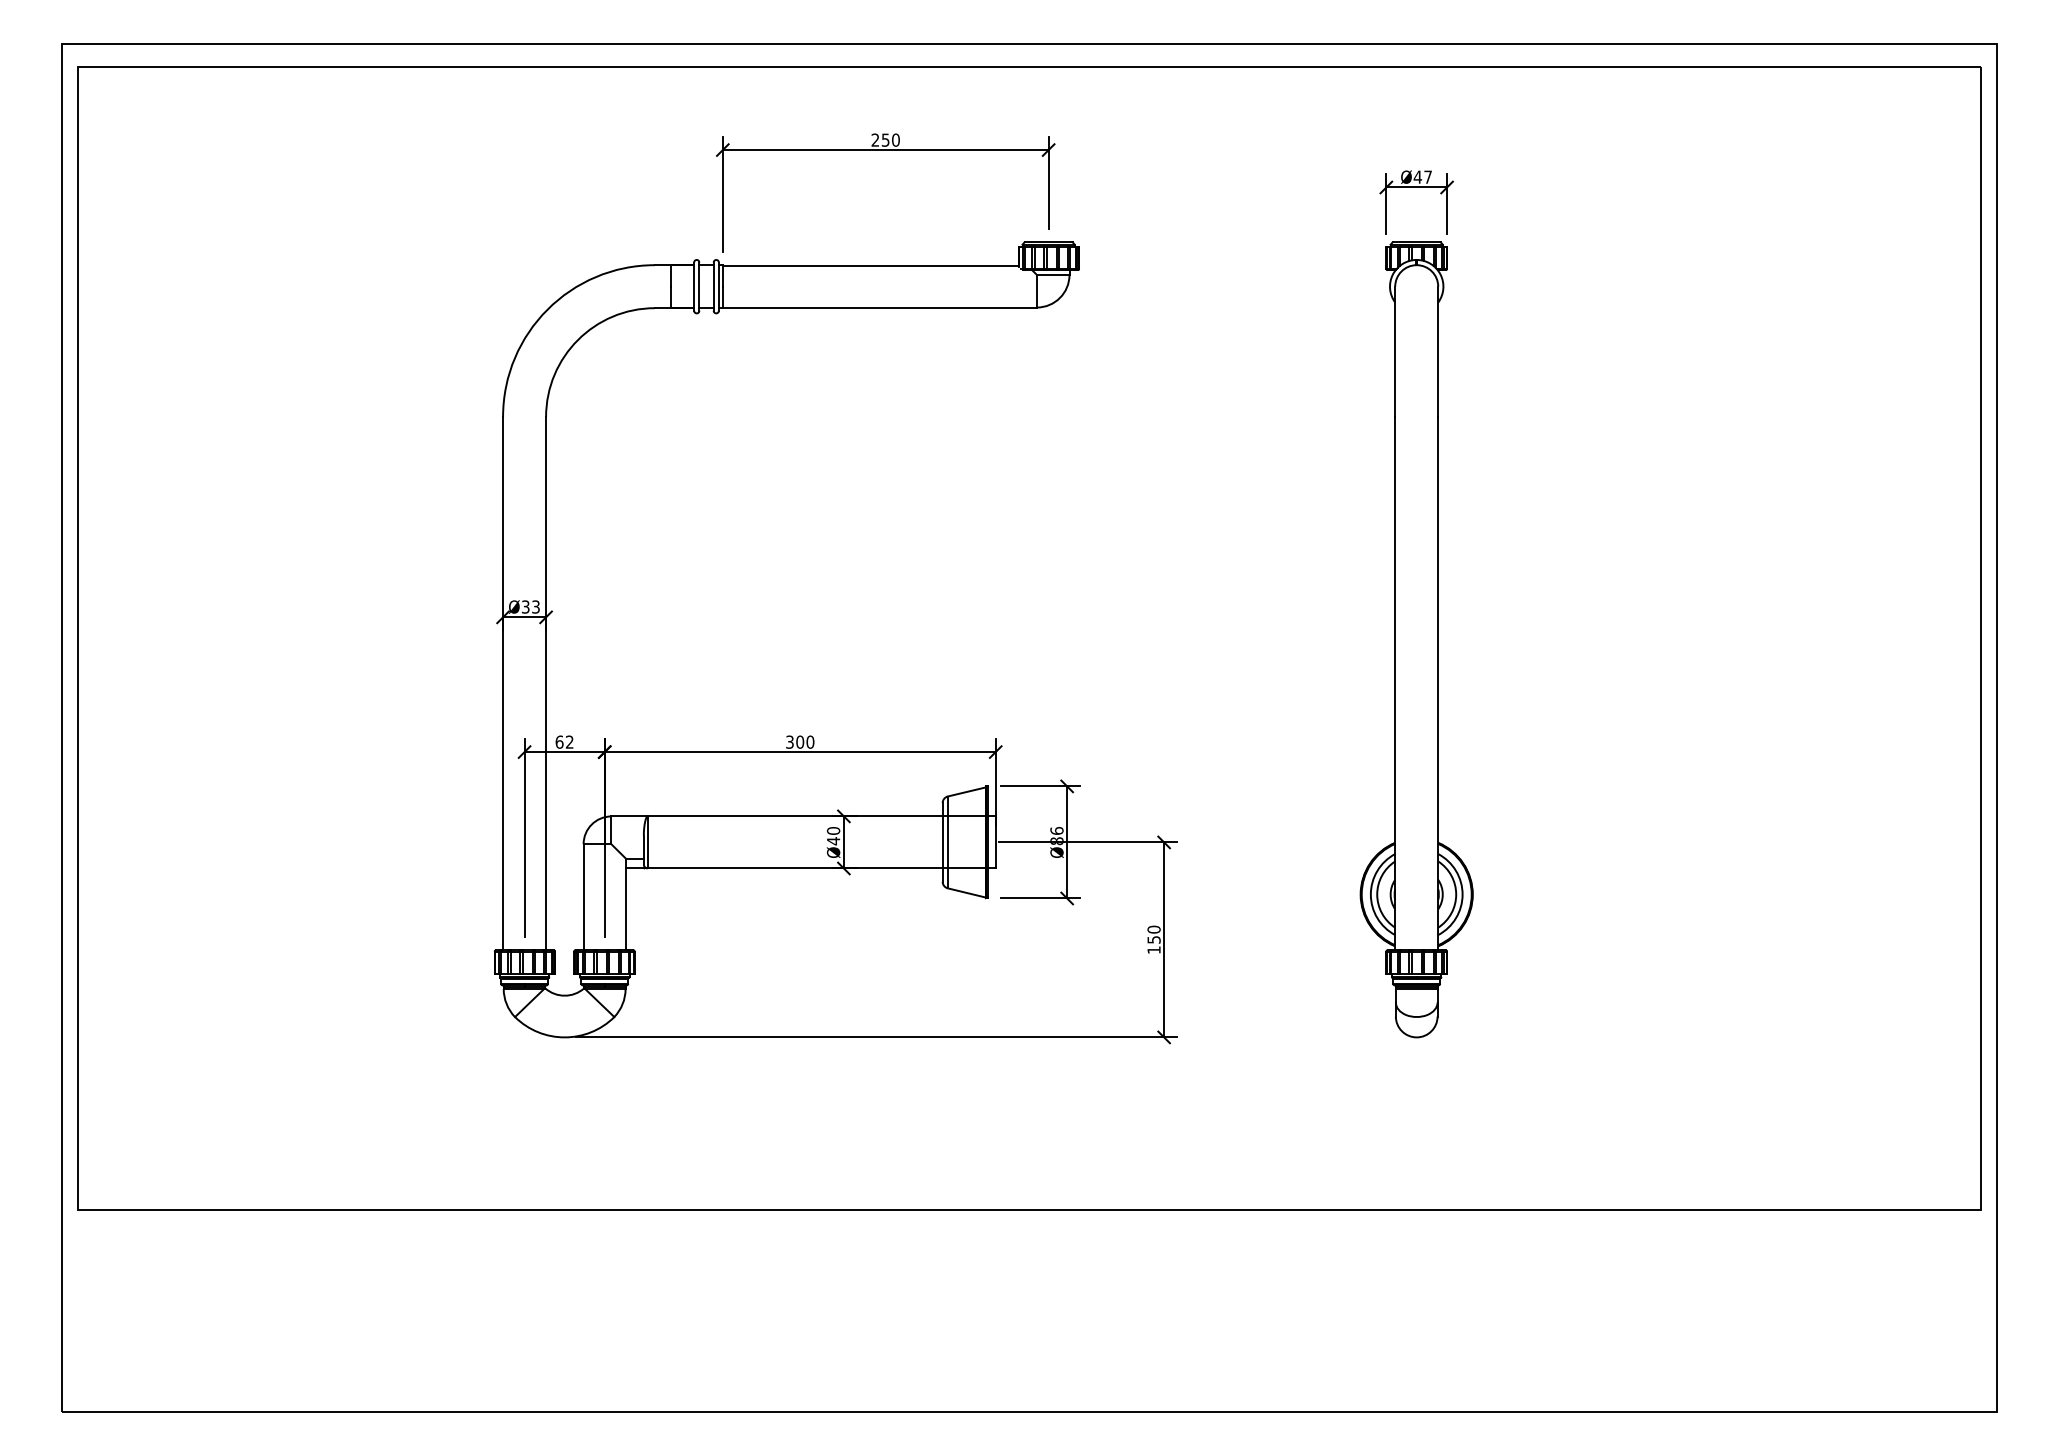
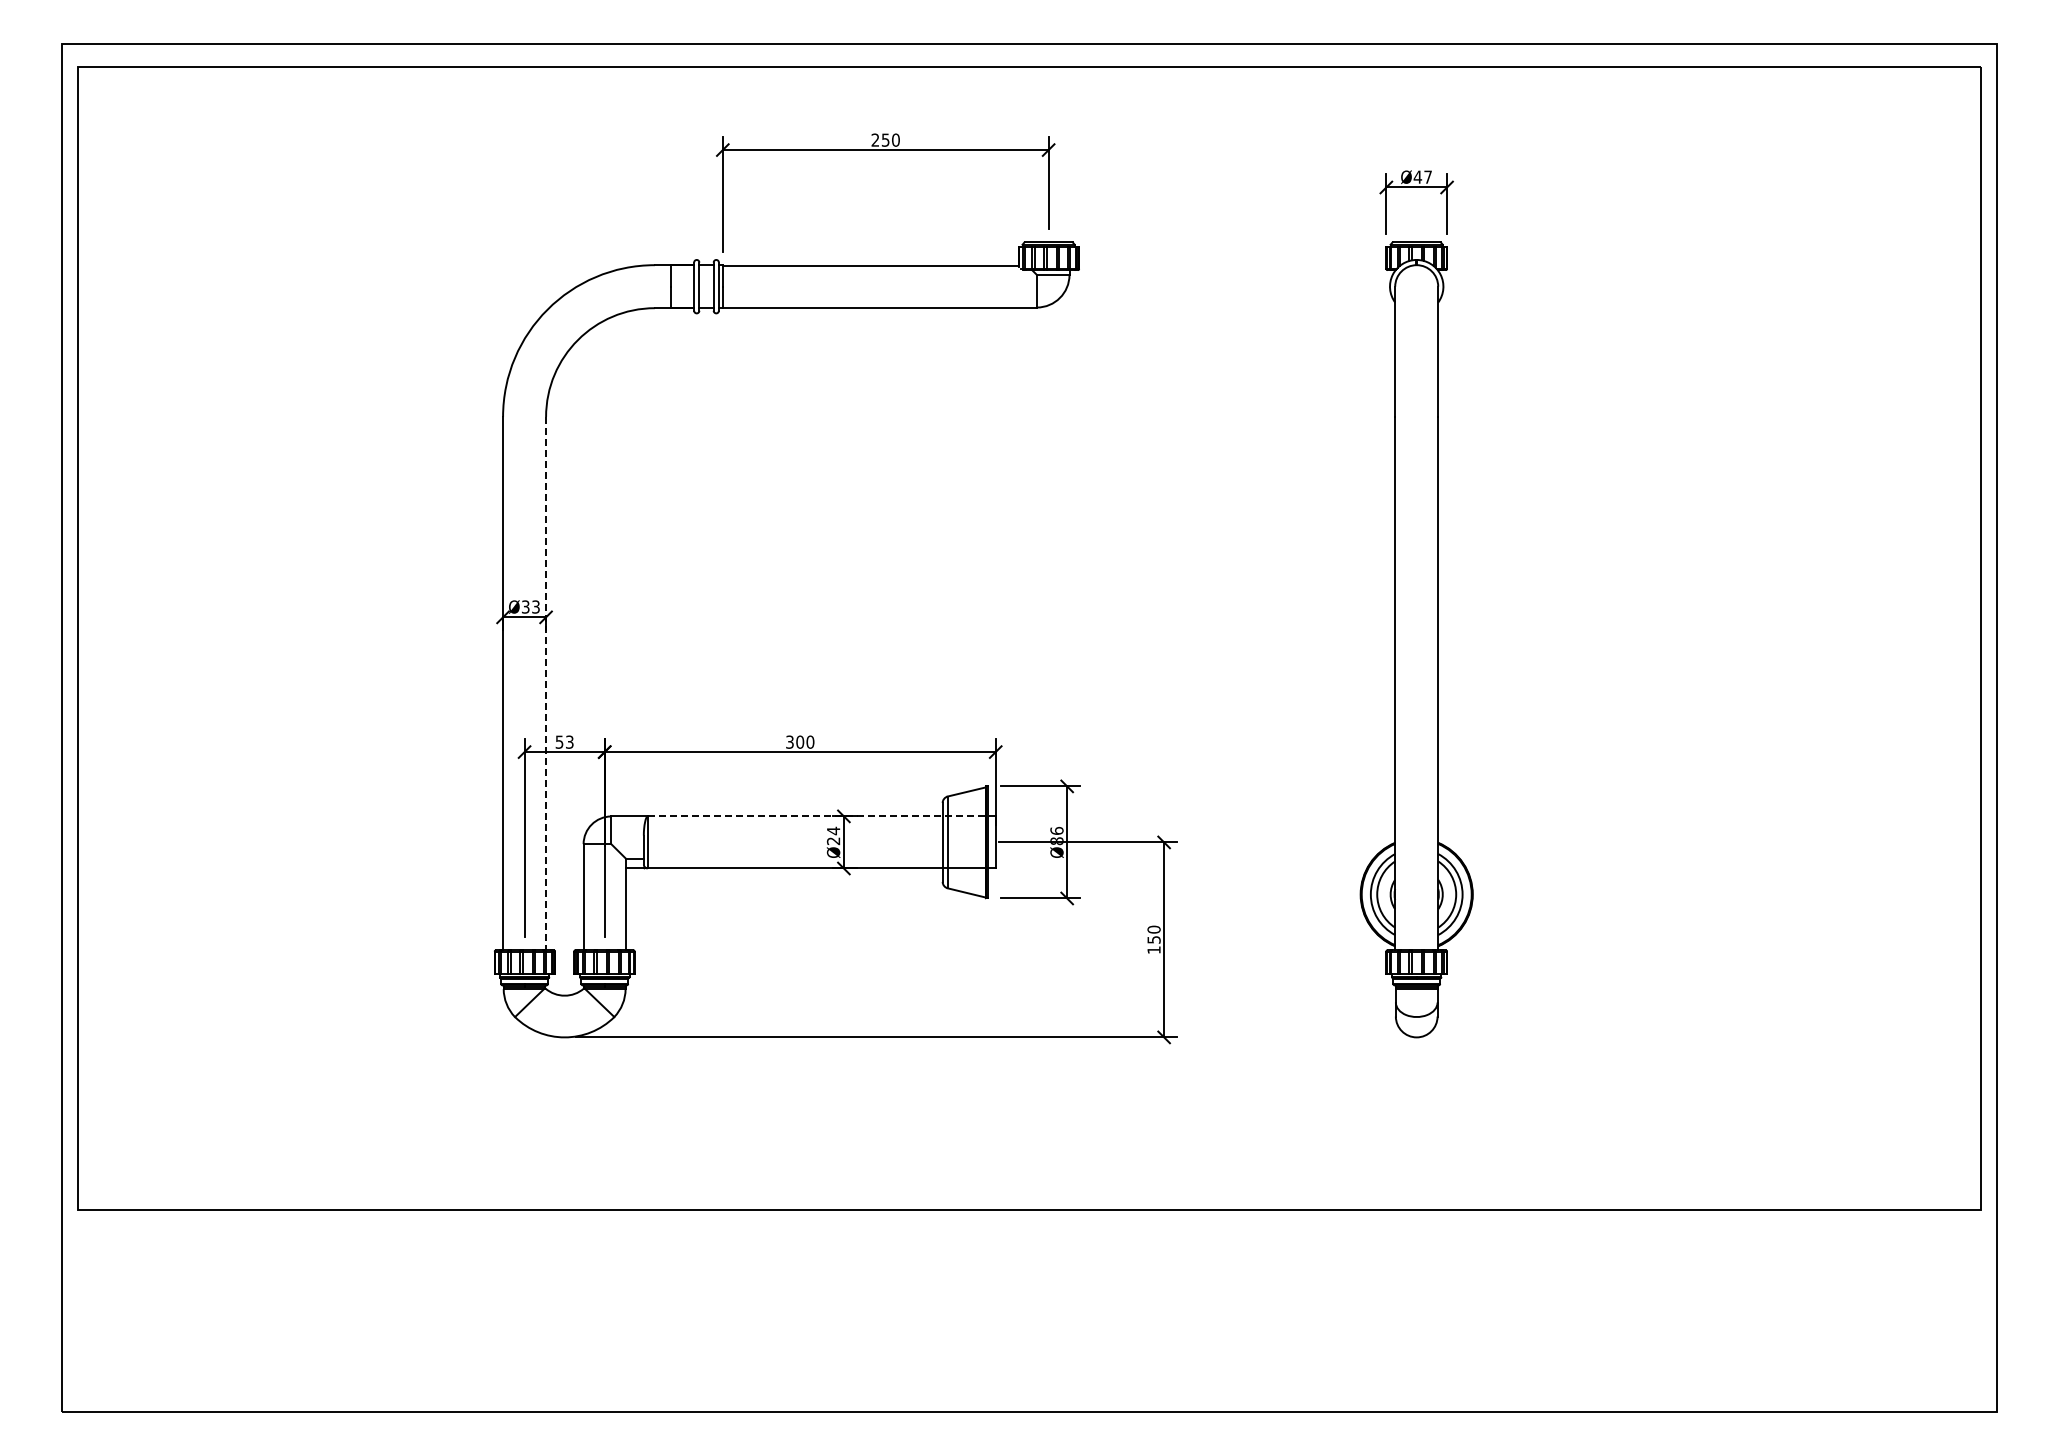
line at (546, 683): solid -> dashed
text at (564, 741): 62 -> 53
line at (821, 816): solid -> dashed
text at (833, 835): Ø40 -> Ø24
